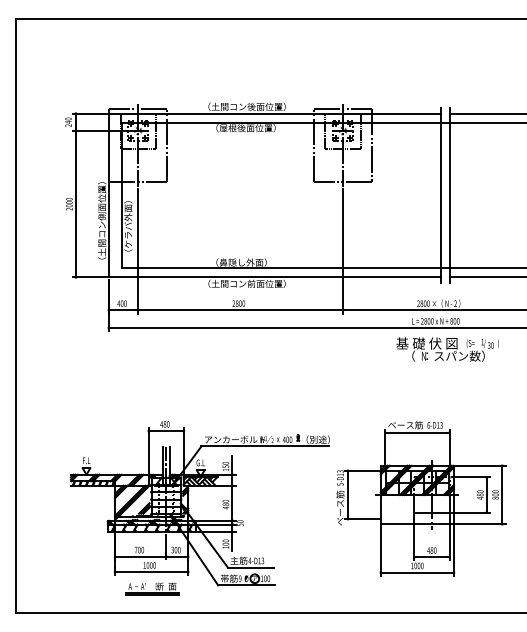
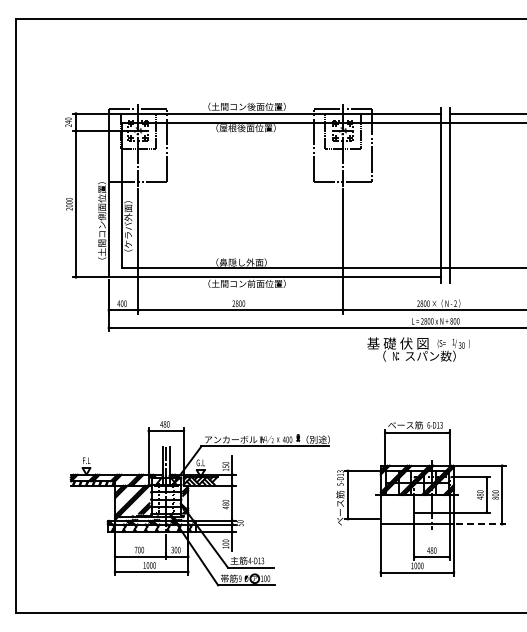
line at (486, 277): present -> none
text at (447, 349) position: (447, 349) -> (418, 349)
line at (480, 524): solid -> dashed
part at (152, 588): present -> none
